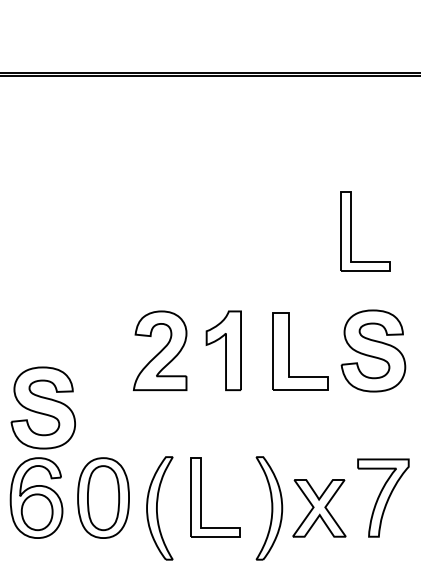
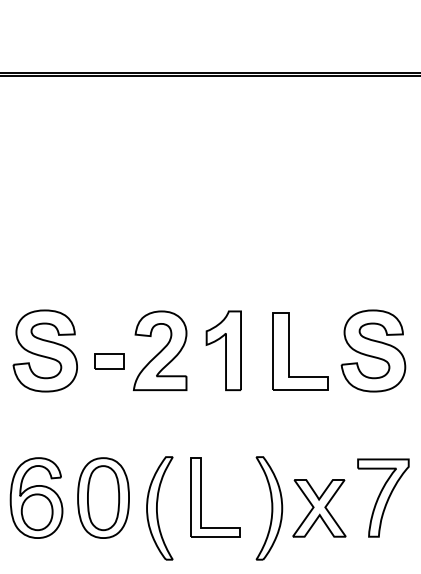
part at (351, 231): present -> none
part at (109, 361): none -> present
part at (42, 407) position: (42, 407) -> (44, 350)
